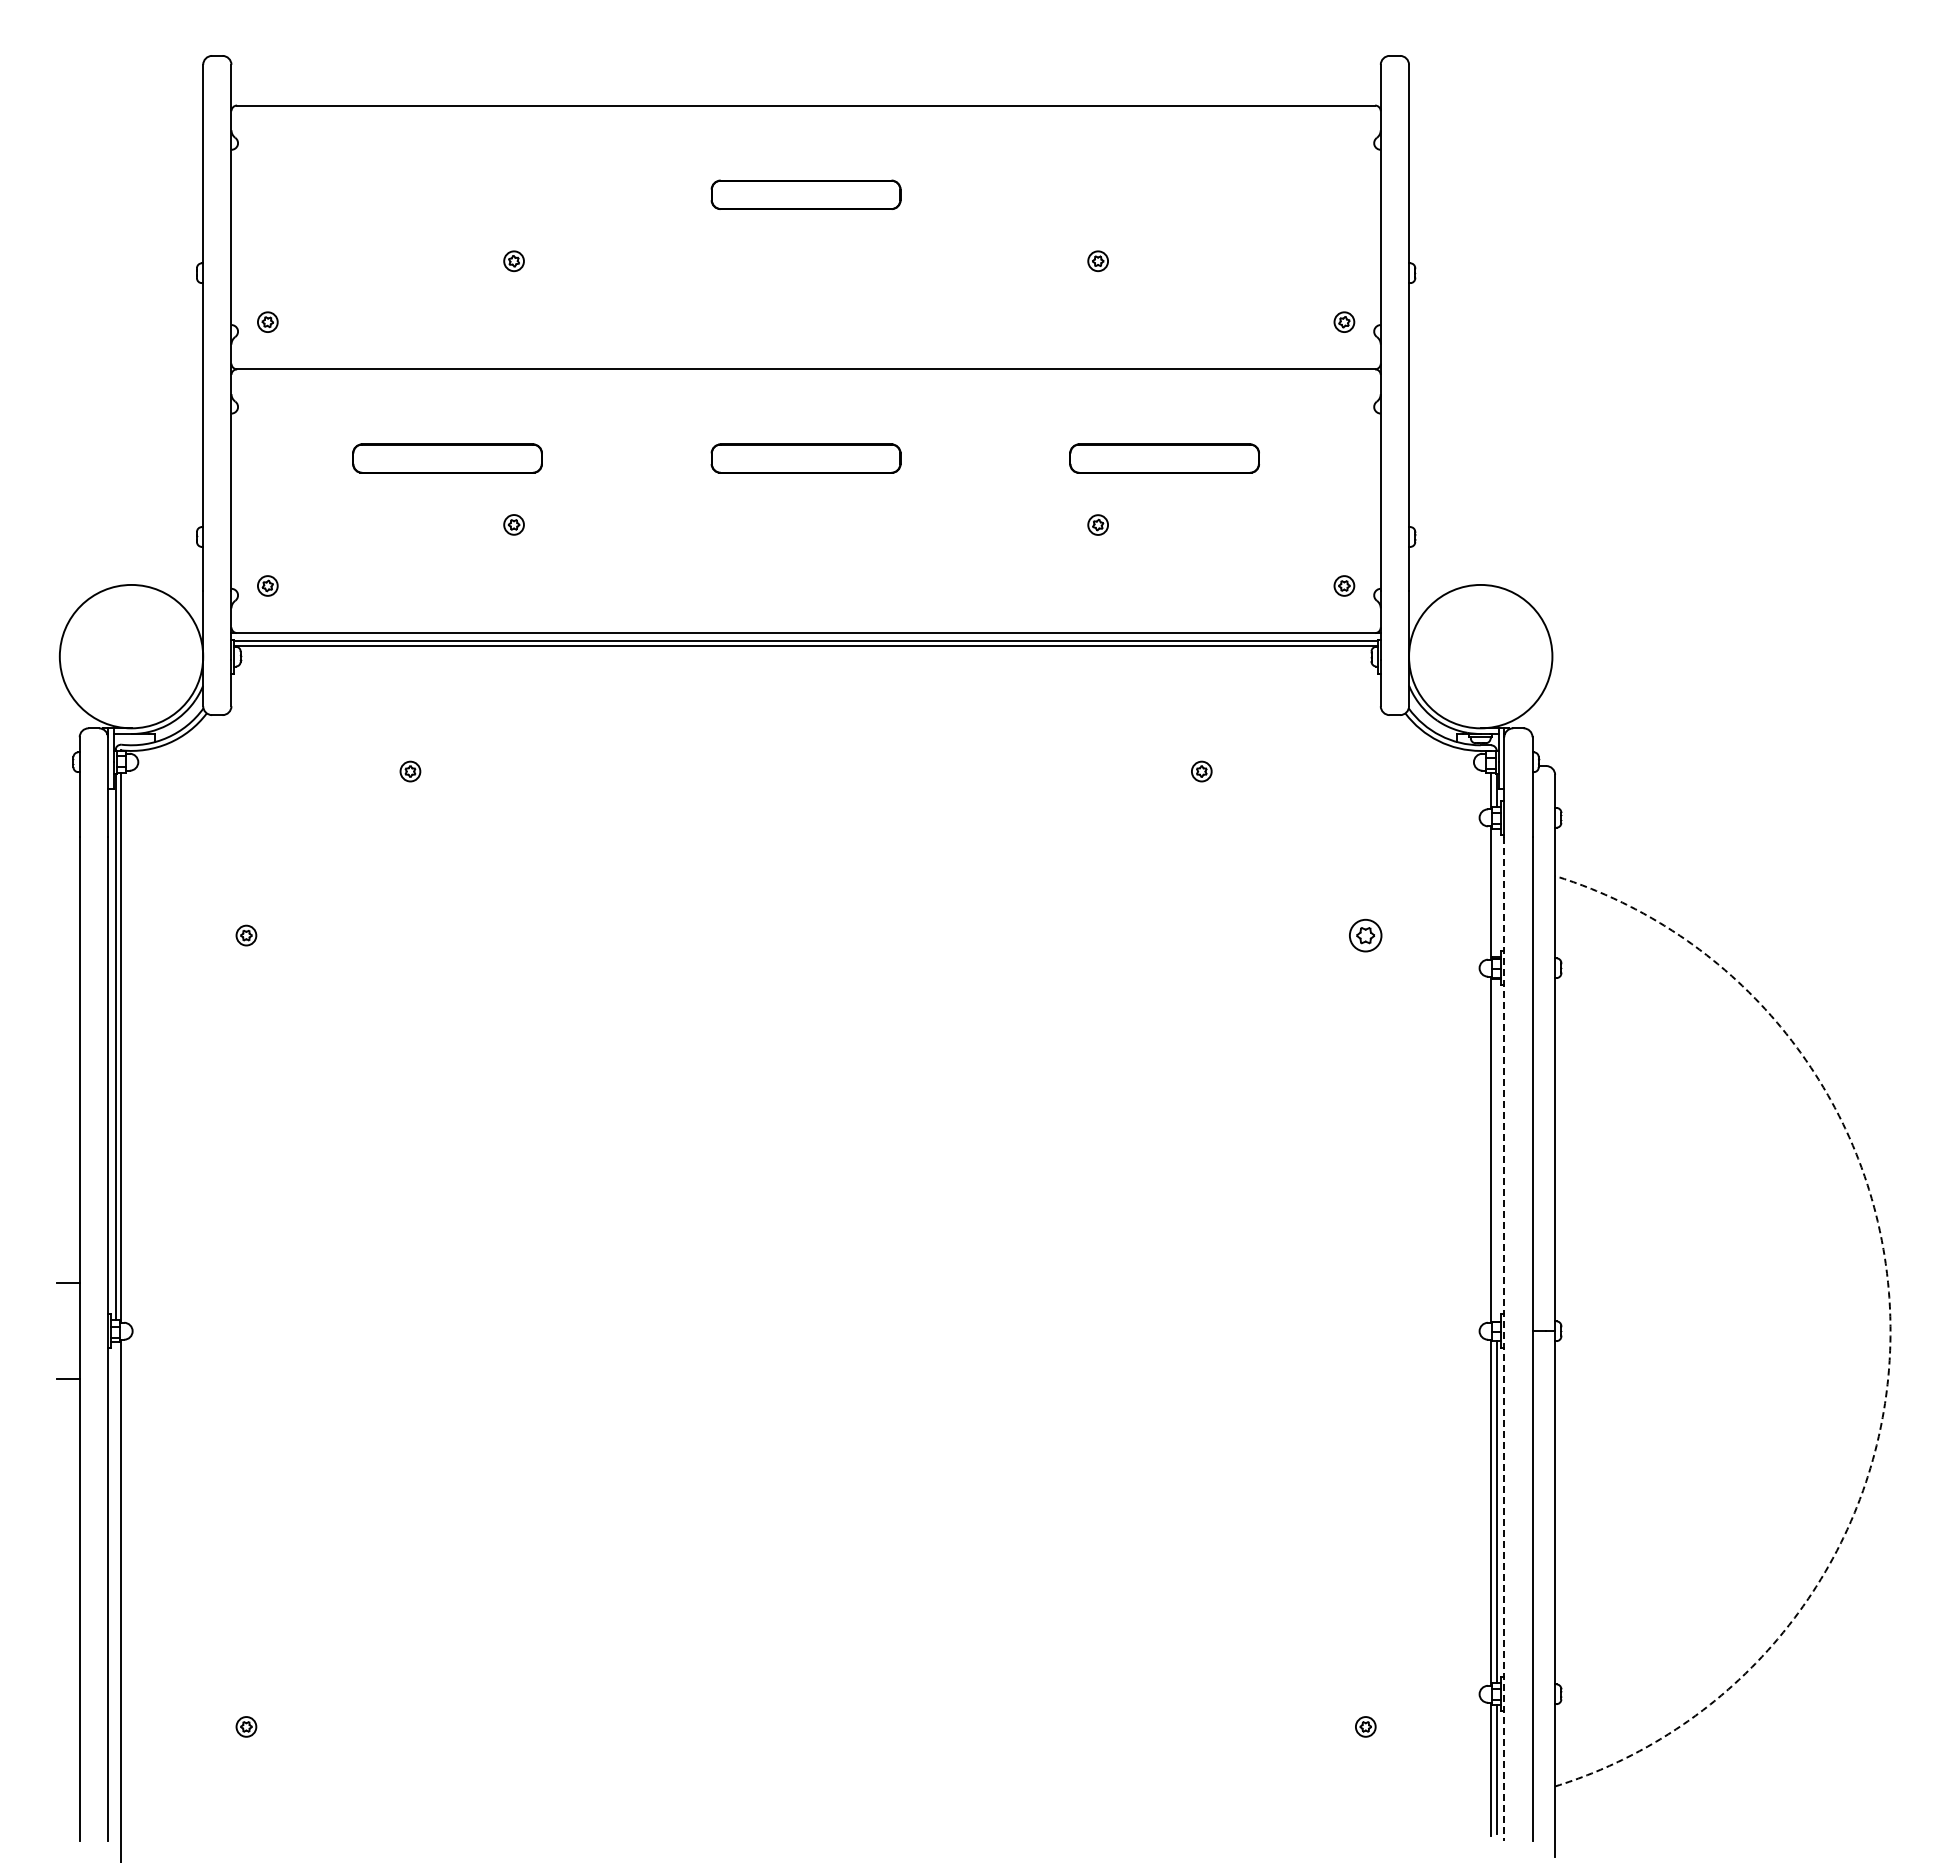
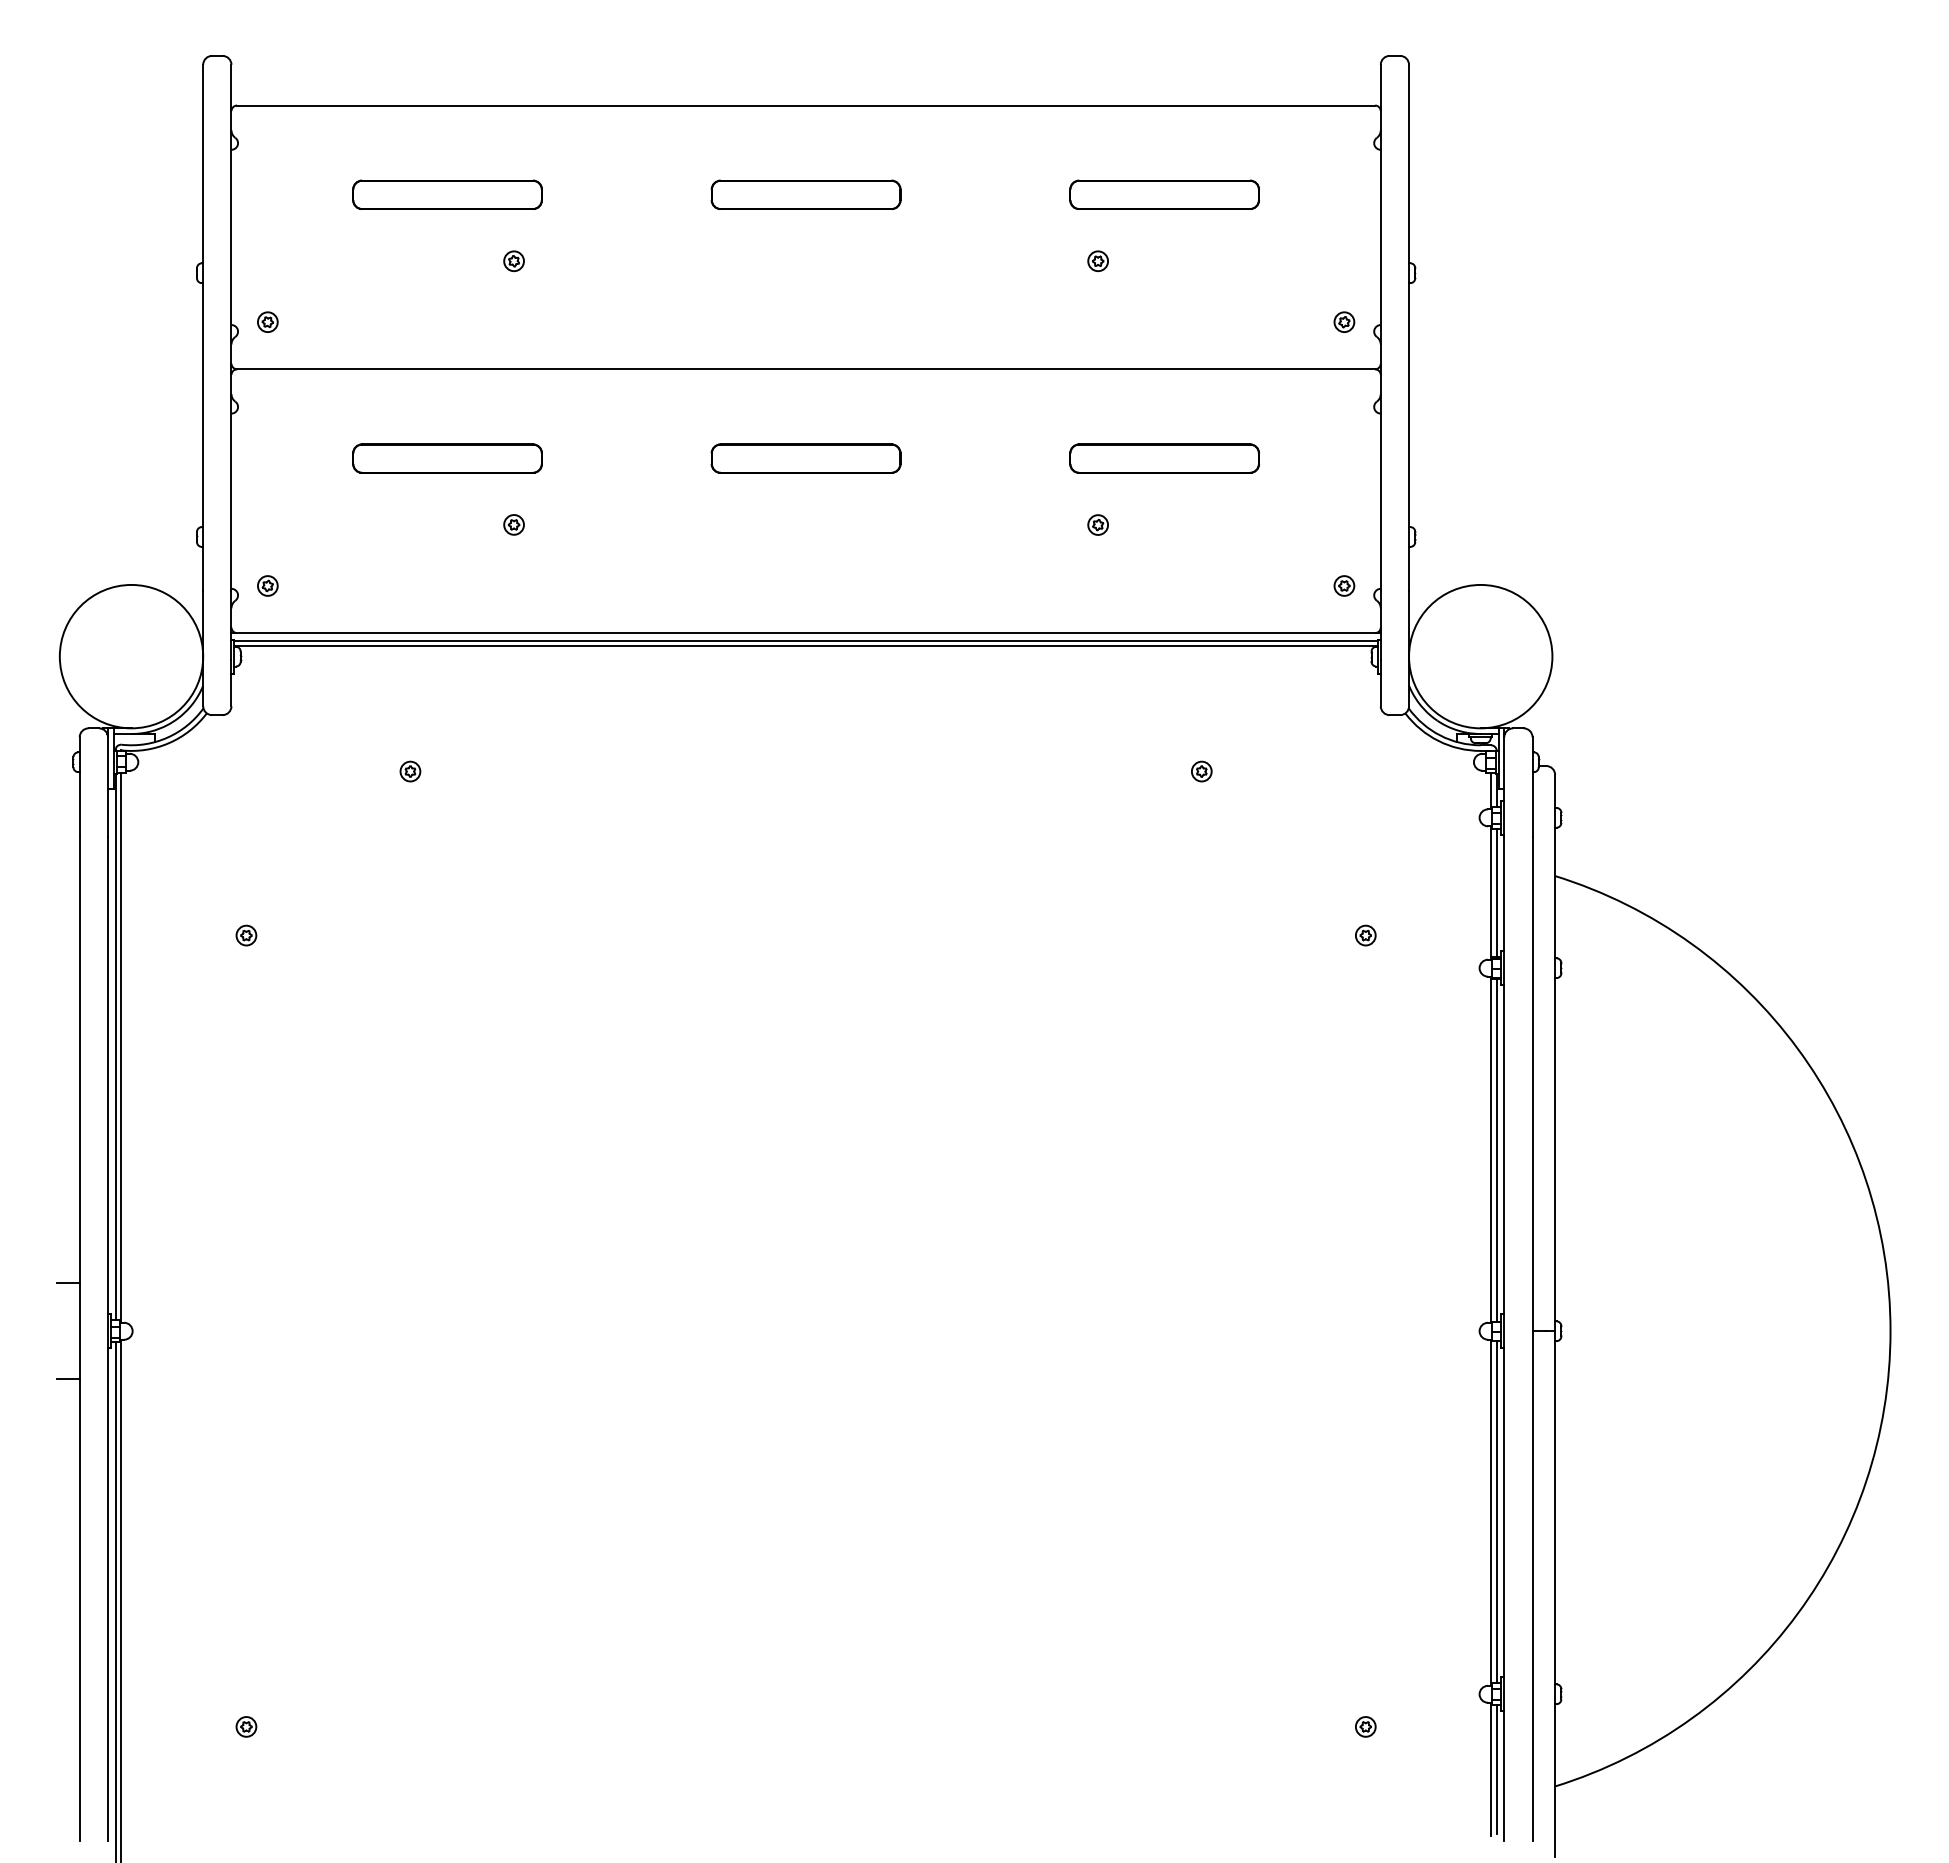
part at (447, 194): none -> present
part at (1164, 194): none -> present
line at (1496, 892): none -> present
part at (1365, 935) size: 34x35 px -> 22x23 px
line at (1496, 1150): none -> present
arc at (1890, 1331): dashed -> solid
line at (1504, 1339): dashed -> solid
line at (115, 1600): none -> present
